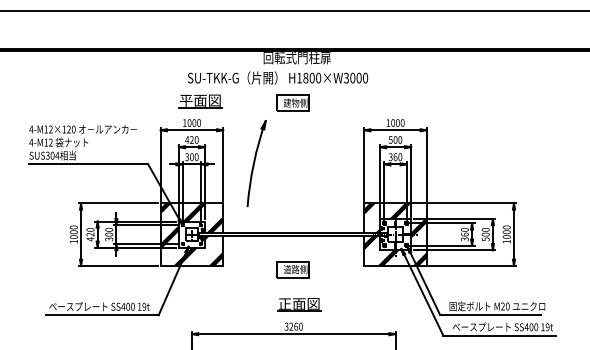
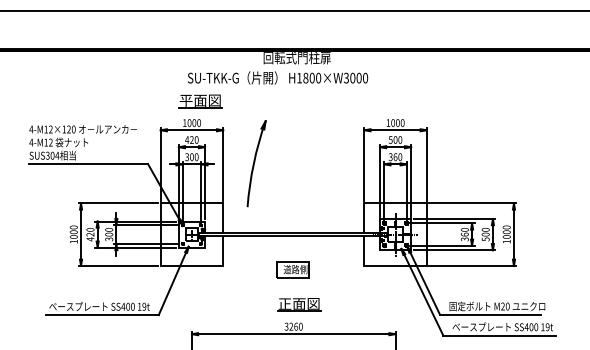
part at (292, 102): present -> none
hatch at (191, 234): present -> none
hatch at (395, 234): present -> none
